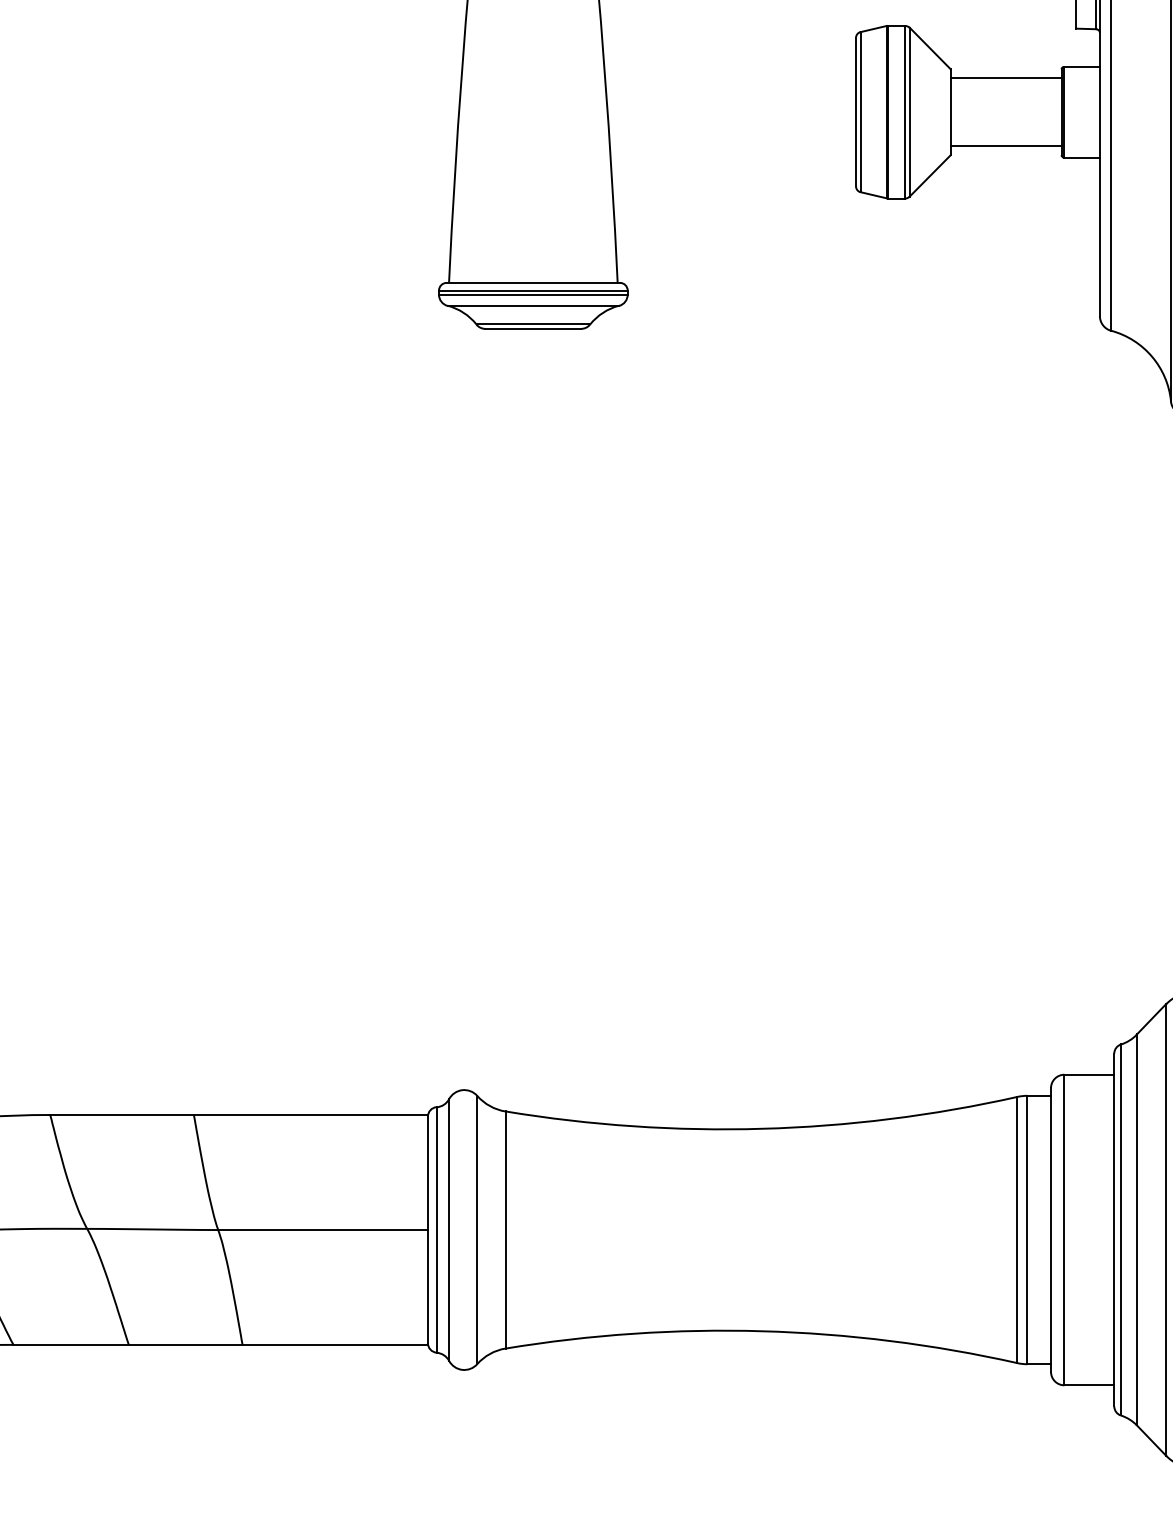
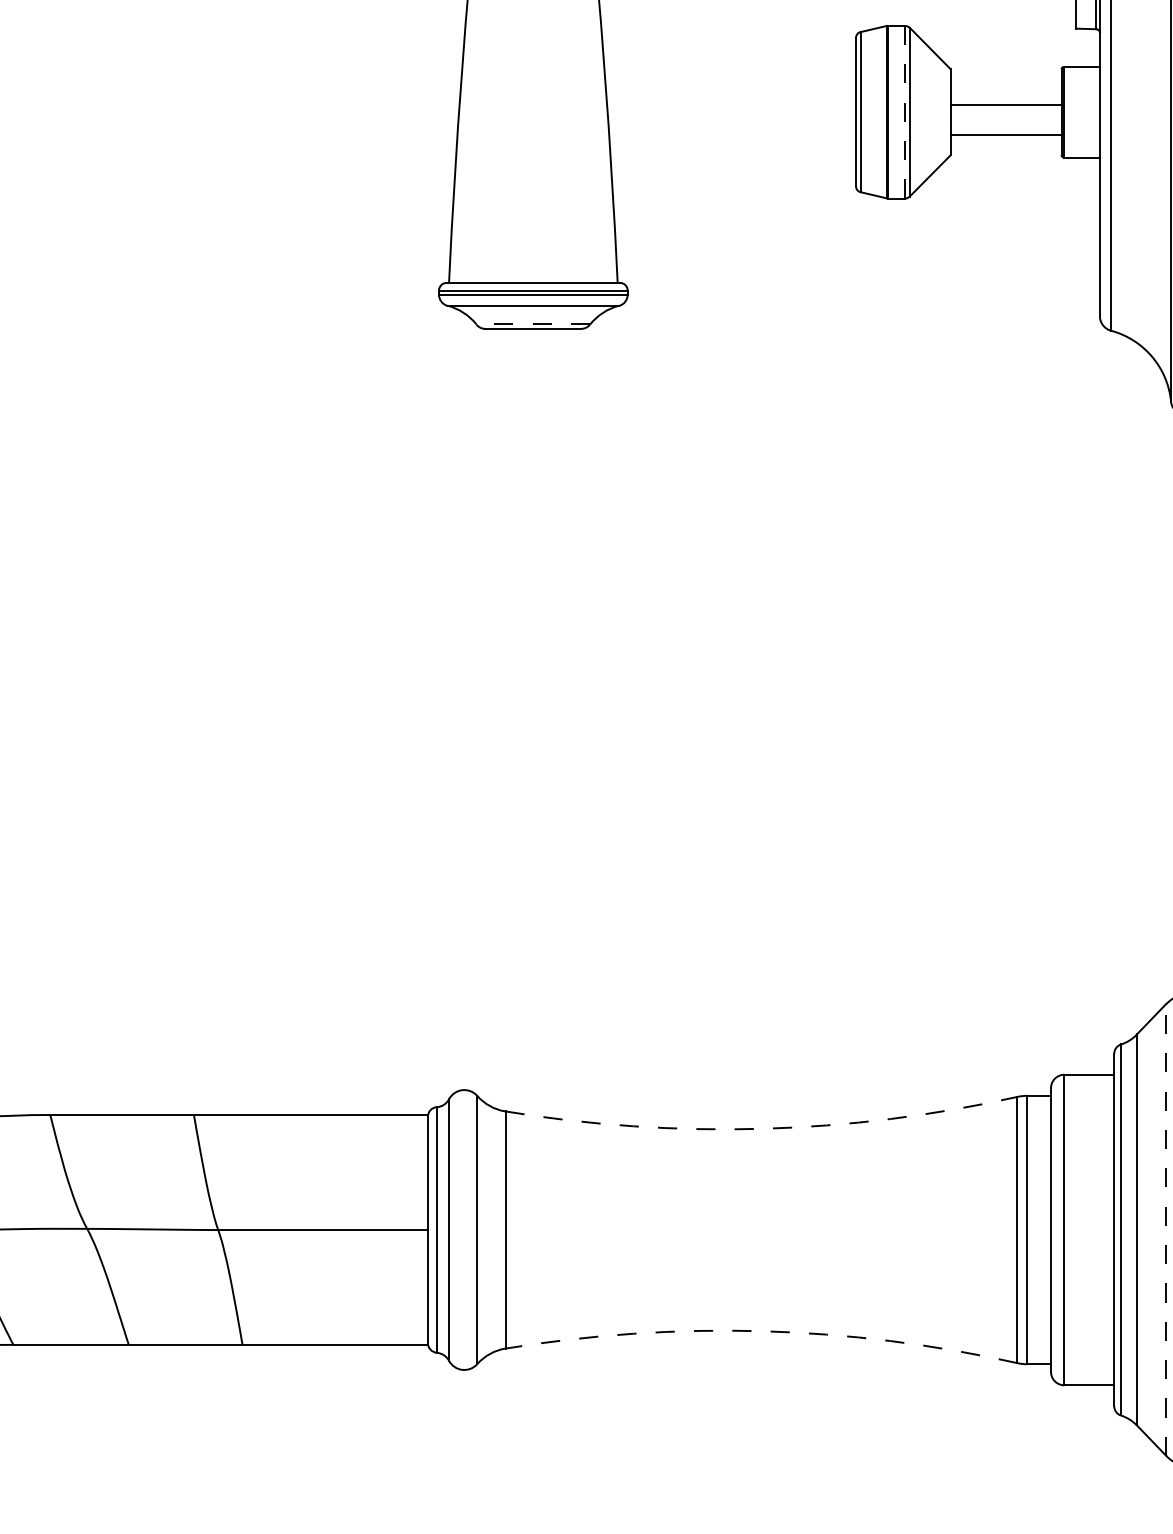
line at (1005, 78) position: (1005, 78) -> (1005, 105)
line at (905, 111): solid -> dashed
line at (1005, 146) position: (1005, 146) -> (1005, 135)
line at (533, 324): solid -> dashed
arc at (762, 1128): solid -> dashed
line at (1166, 1229): solid -> dashed
arc at (762, 1331): solid -> dashed
